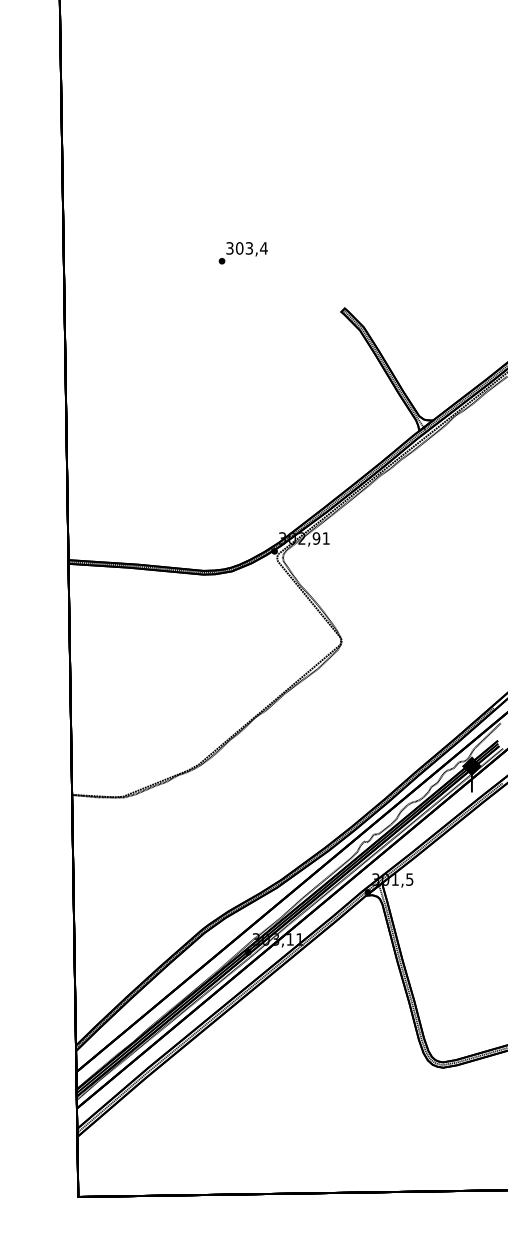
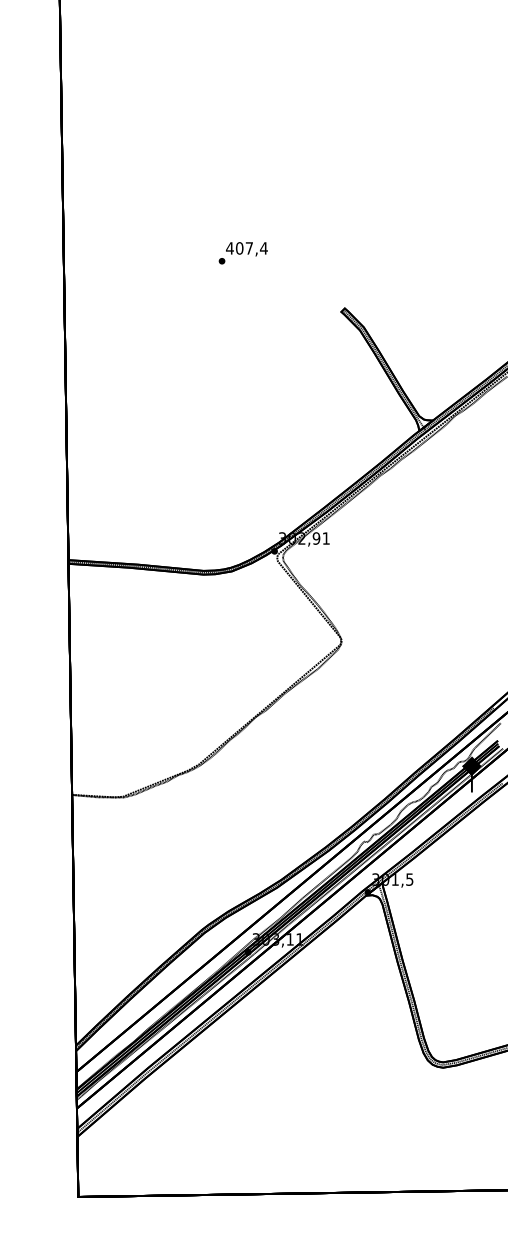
text at (239, 248): 303,4 -> 407,4
